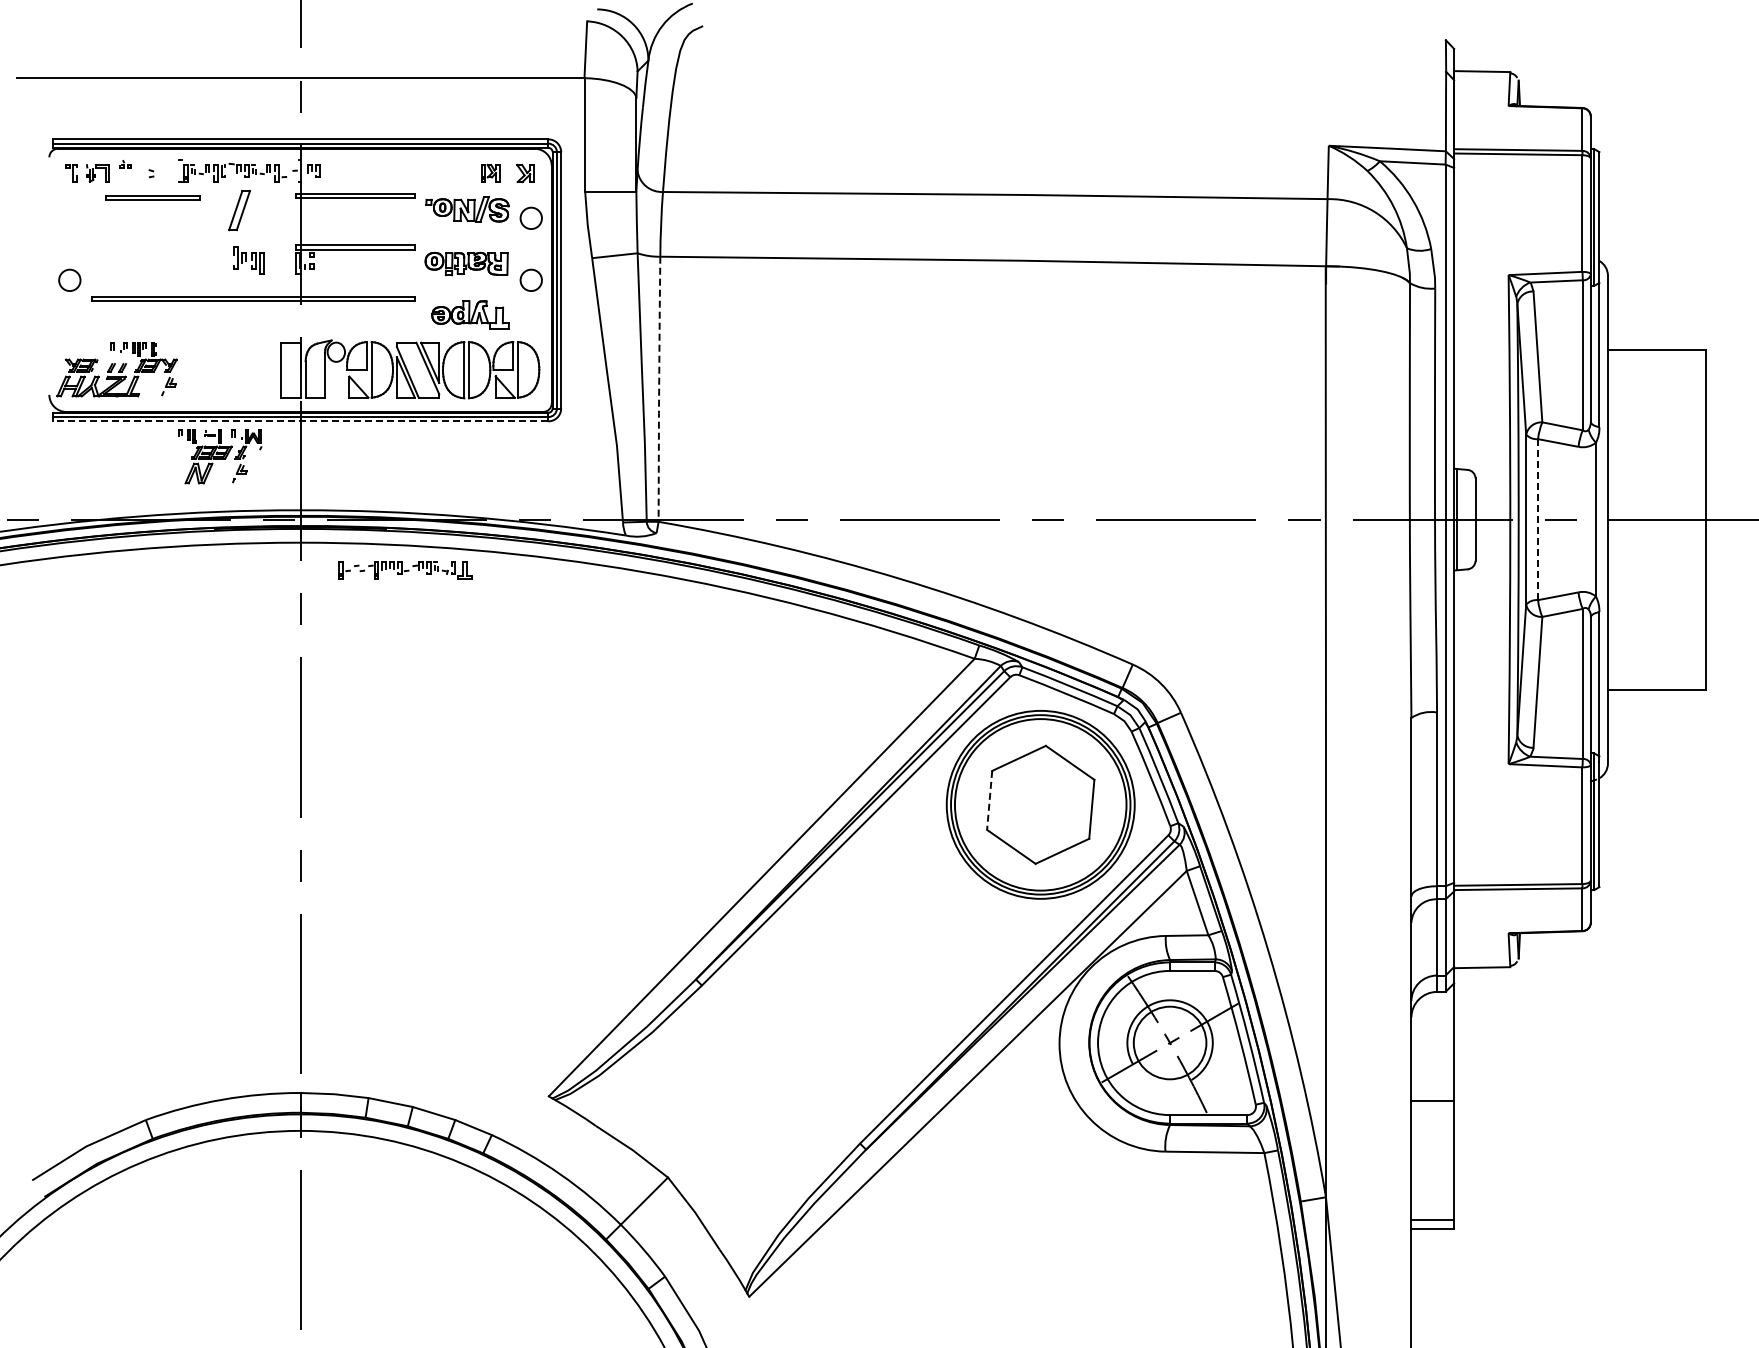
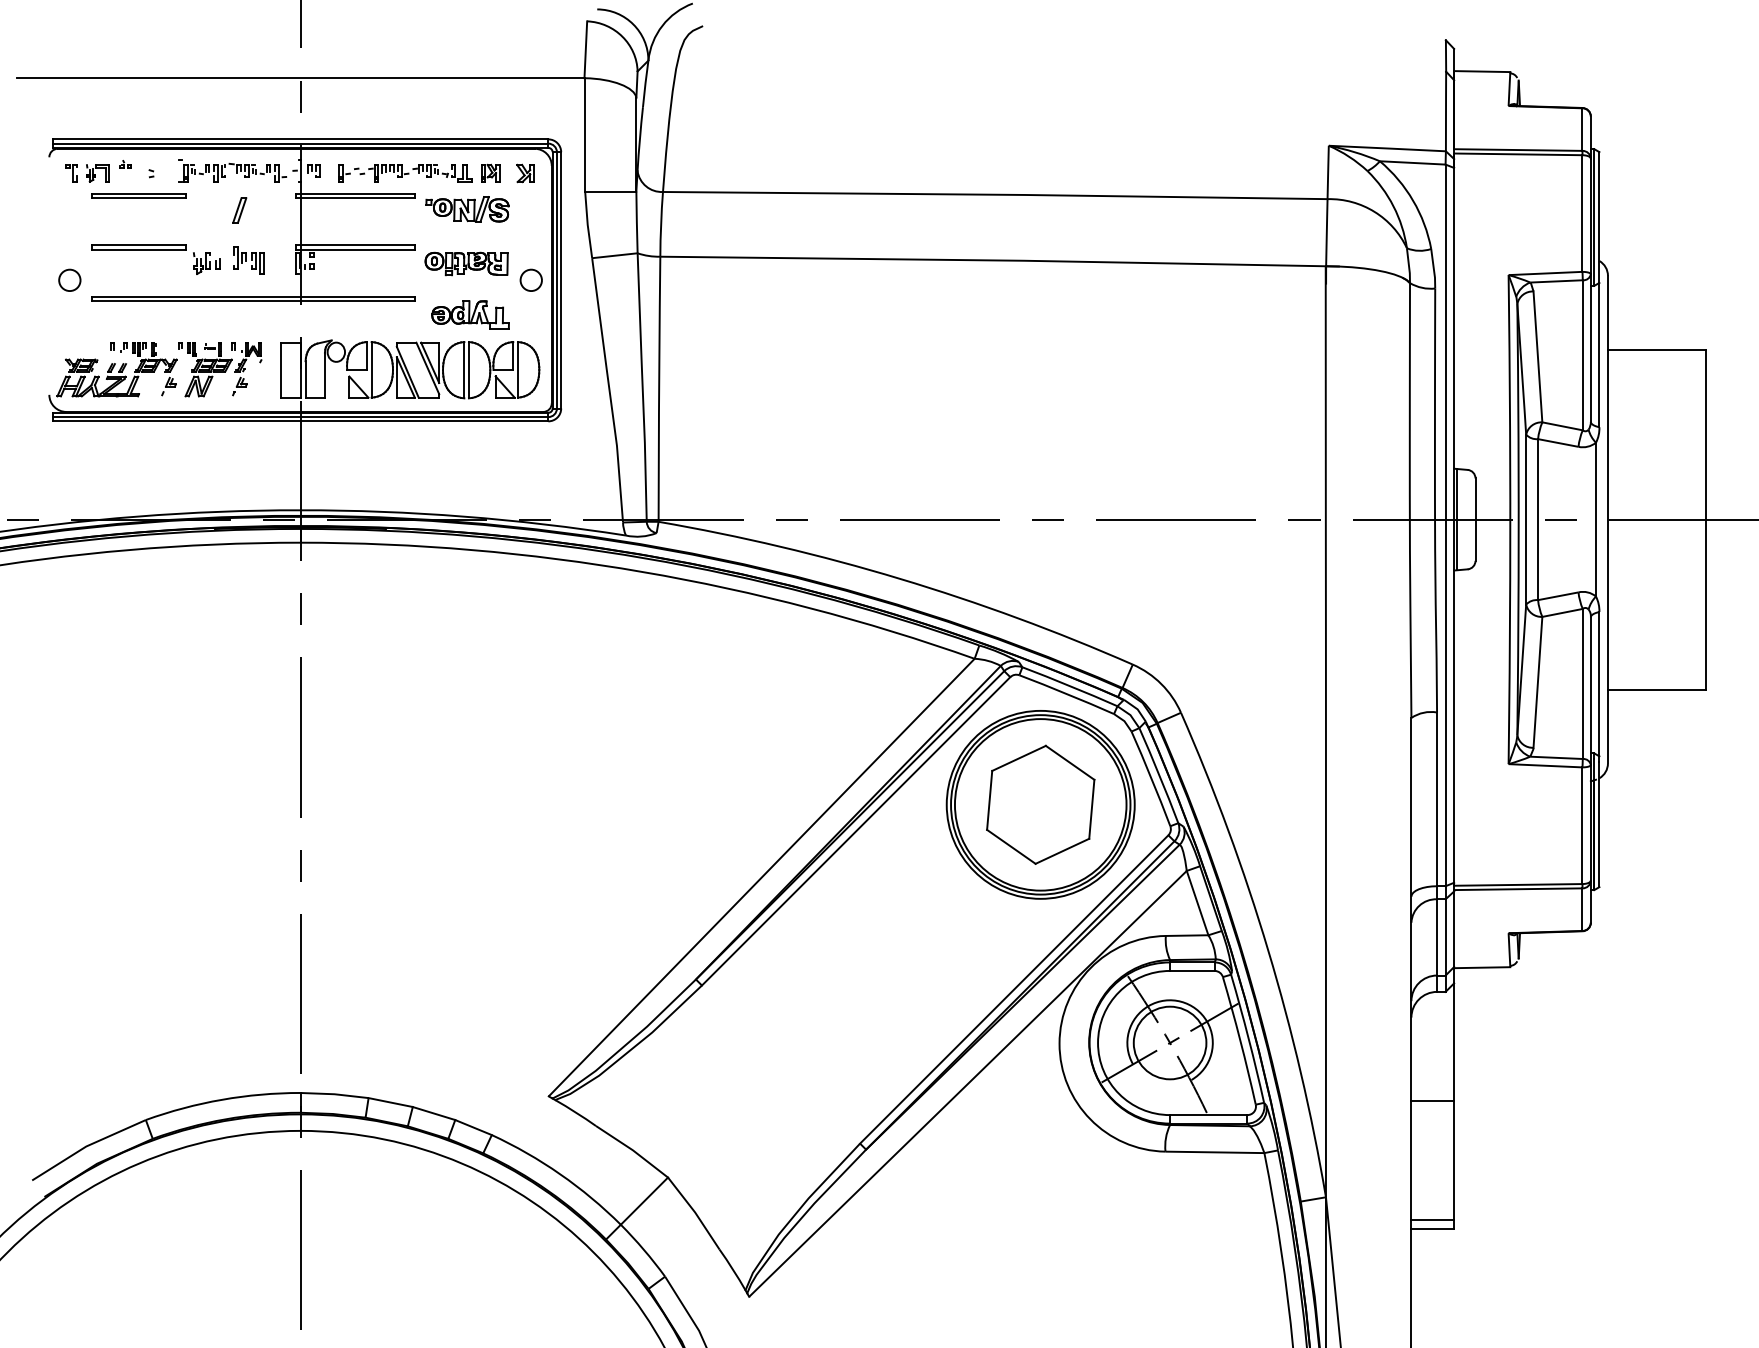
part at (152, 197) position: (152, 197) -> (138, 195)
part at (239, 210) size: 23x43 px -> 16x27 px
circle at (530, 217): present -> none
part at (155, 250): none -> present
line at (659, 389): dashed -> solid
line at (300, 421): dashed -> solid
part at (220, 456) position: (220, 456) -> (220, 369)
line at (1538, 520): dashed -> solid
part at (405, 570) position: (405, 570) -> (405, 173)
line at (989, 800): dashed -> solid
